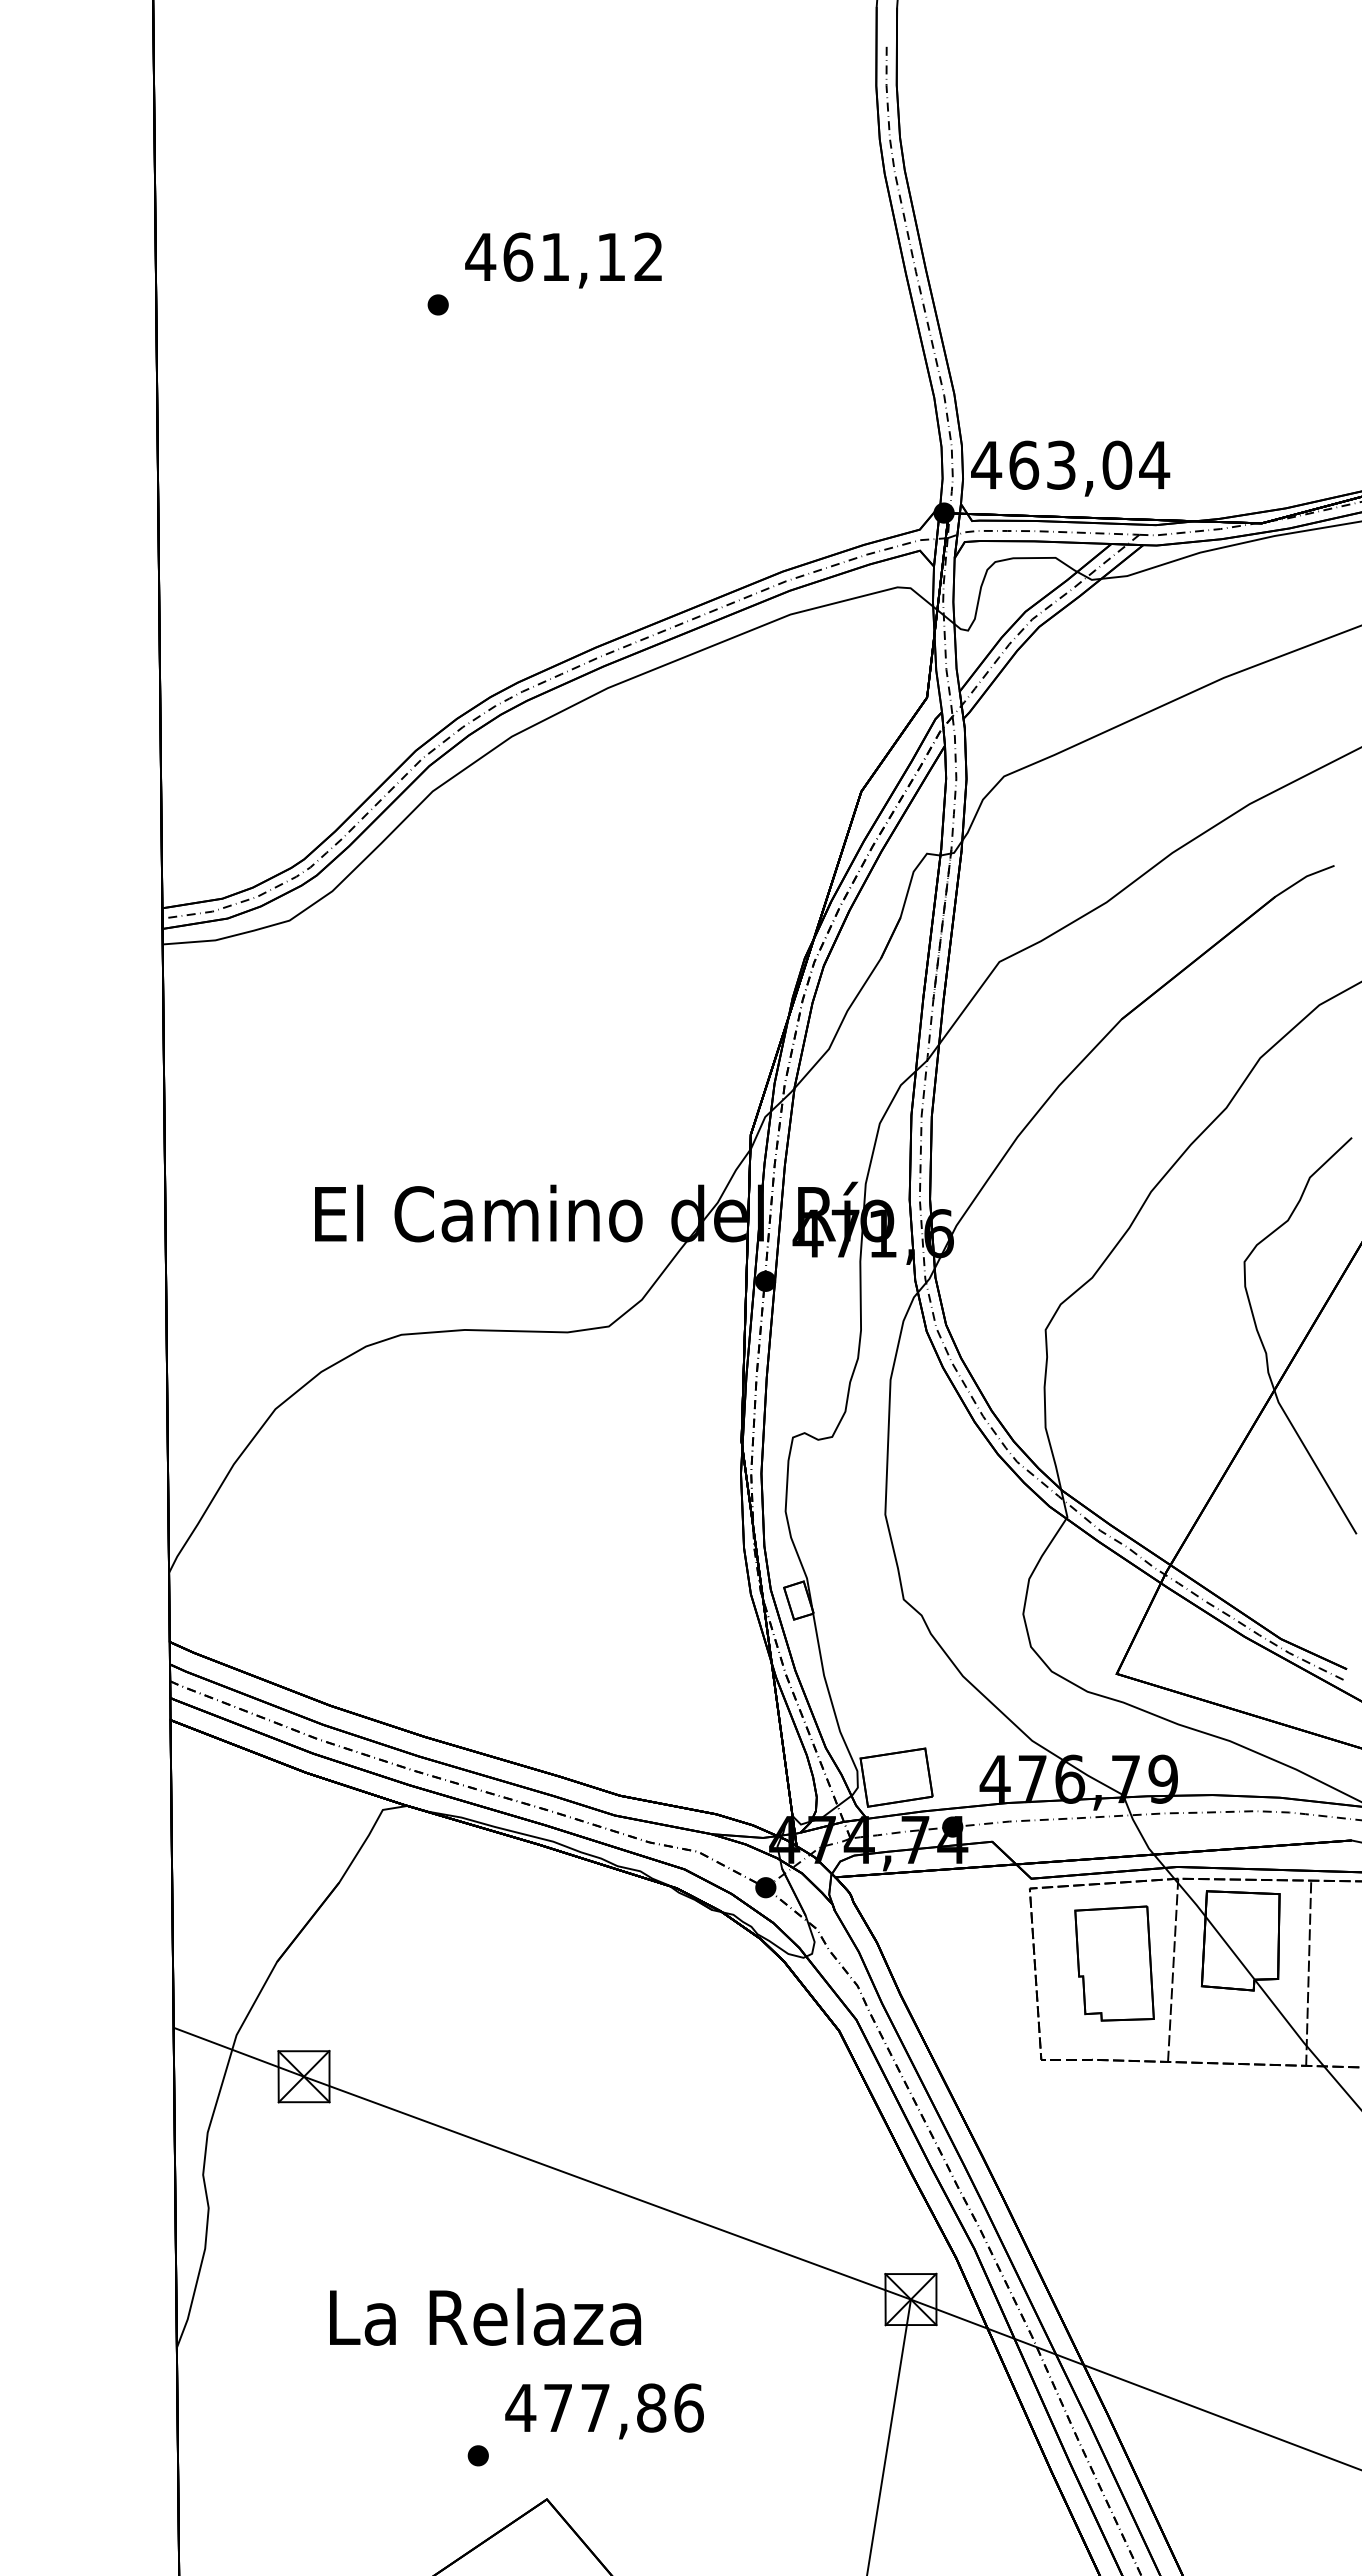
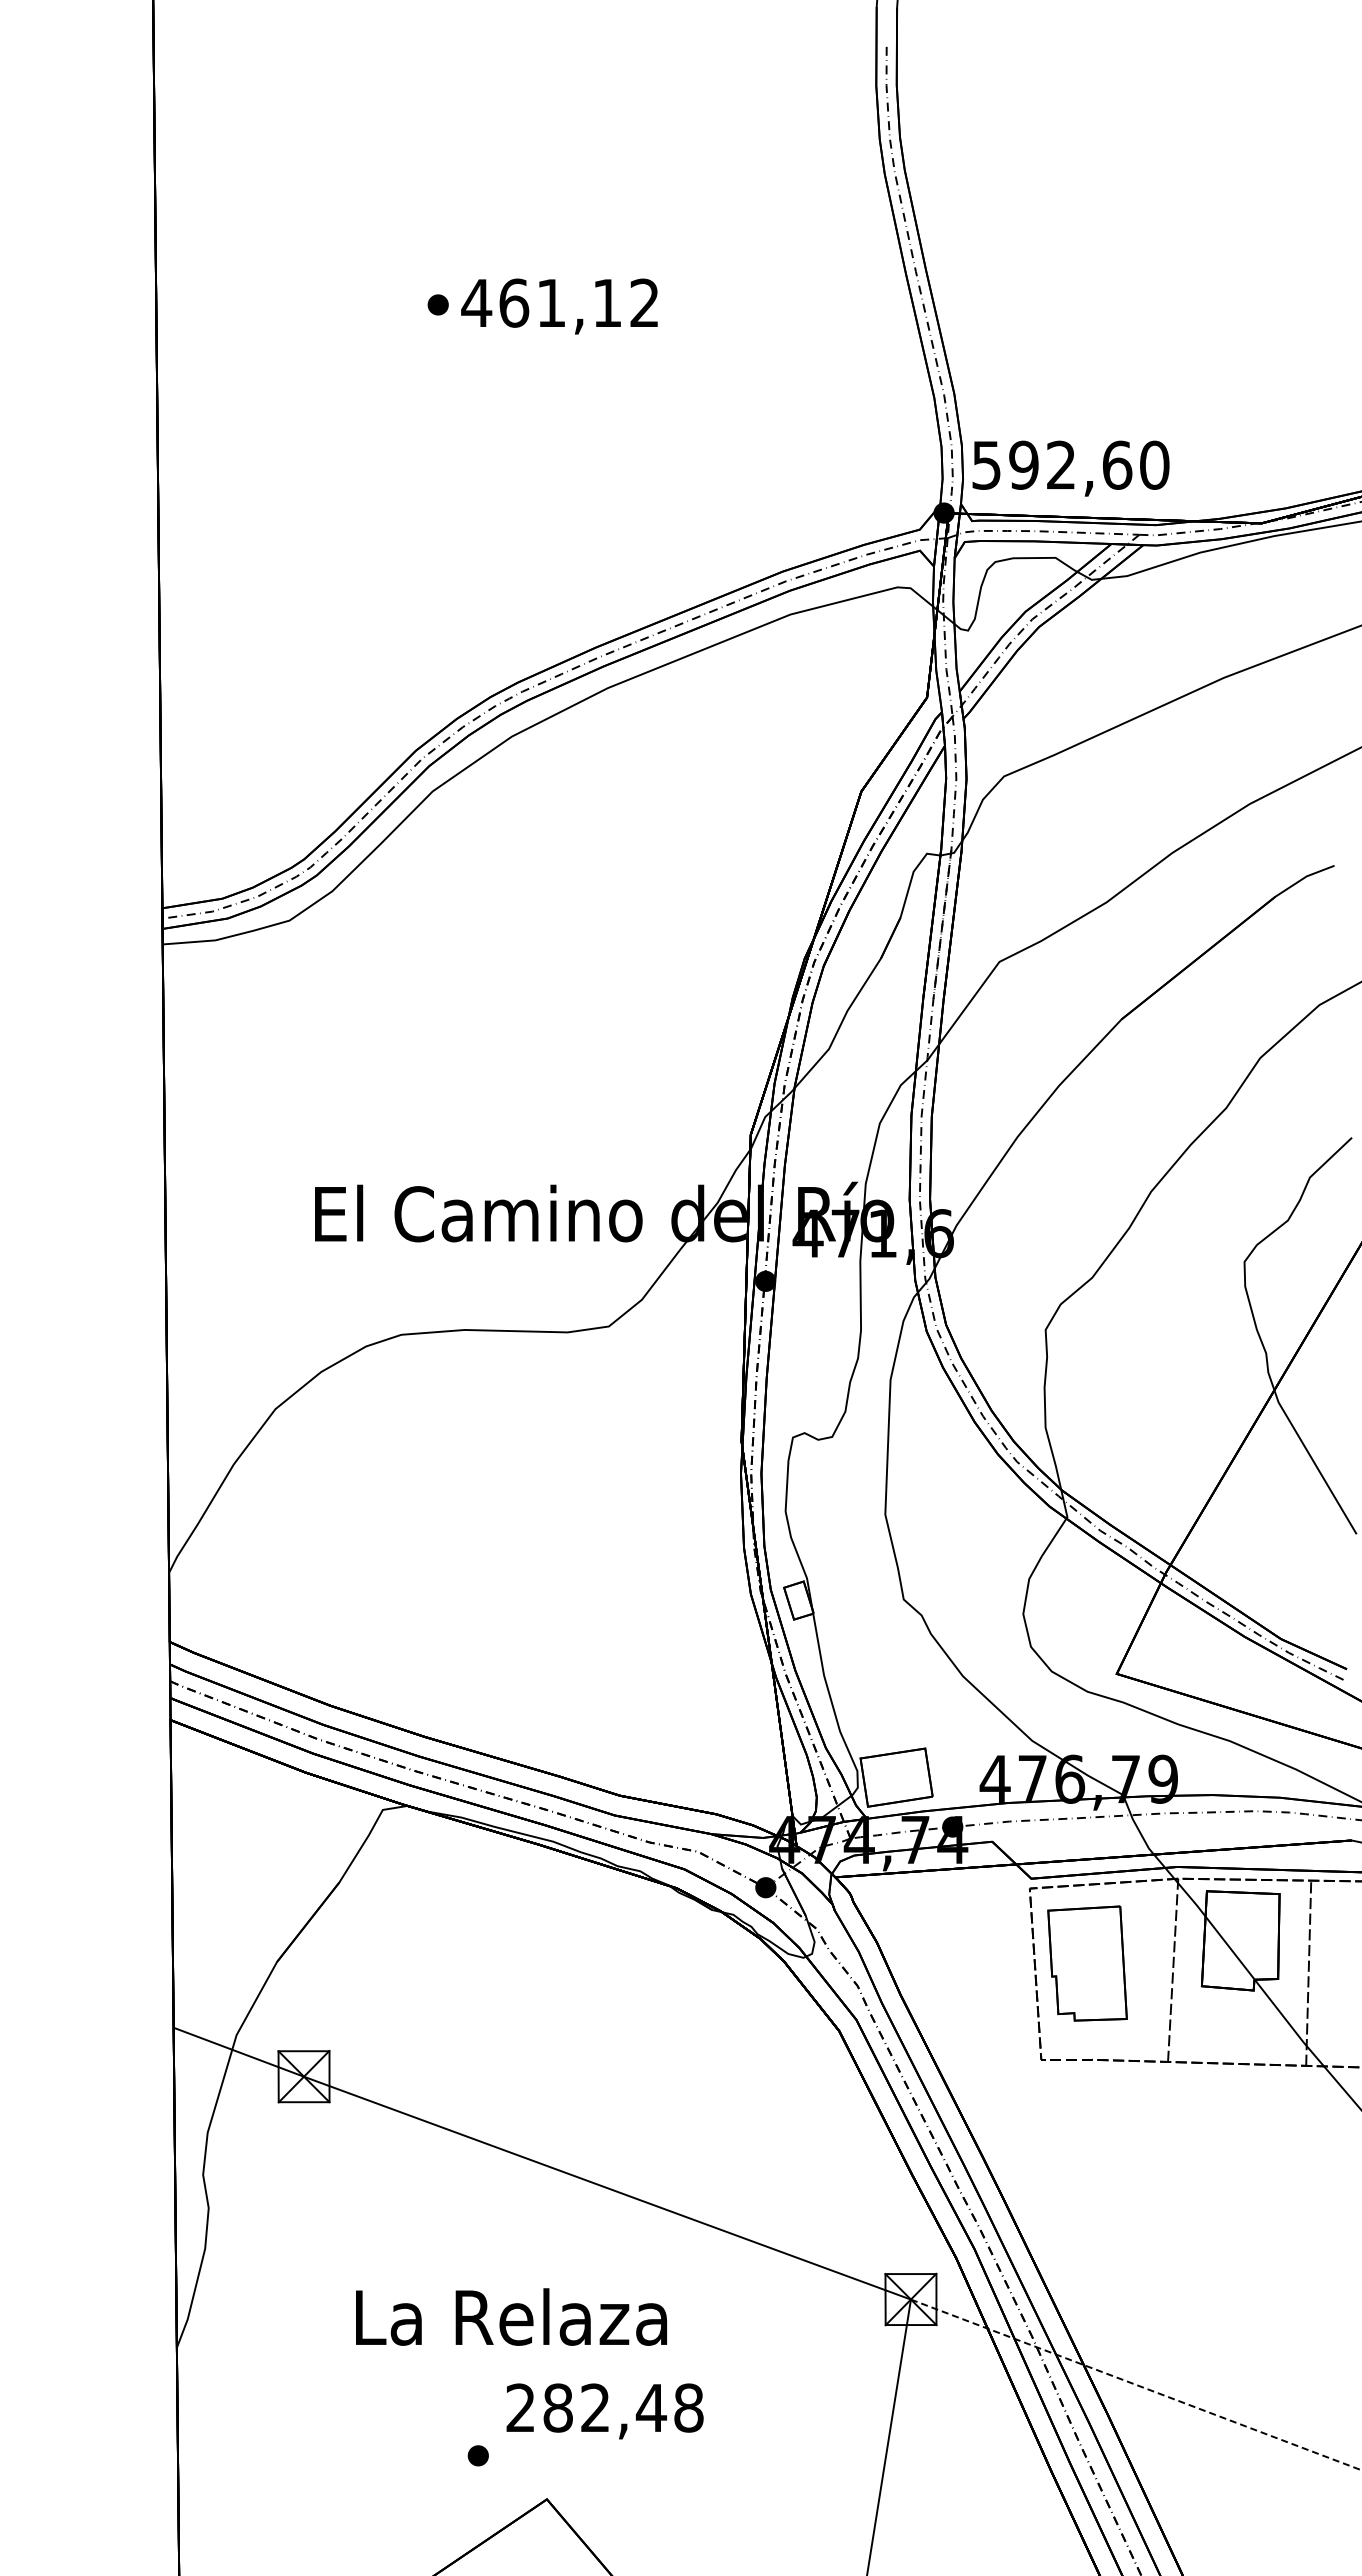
text at (563, 260) position: (563, 260) -> (559, 306)
text at (1070, 464): 463,04 -> 592,60
part at (1114, 1963) position: (1114, 1963) -> (1087, 1963)
text at (485, 2316) position: (485, 2316) -> (511, 2316)
line at (1136, 2384): solid -> dashed
text at (604, 2407): 477,86 -> 282,48
